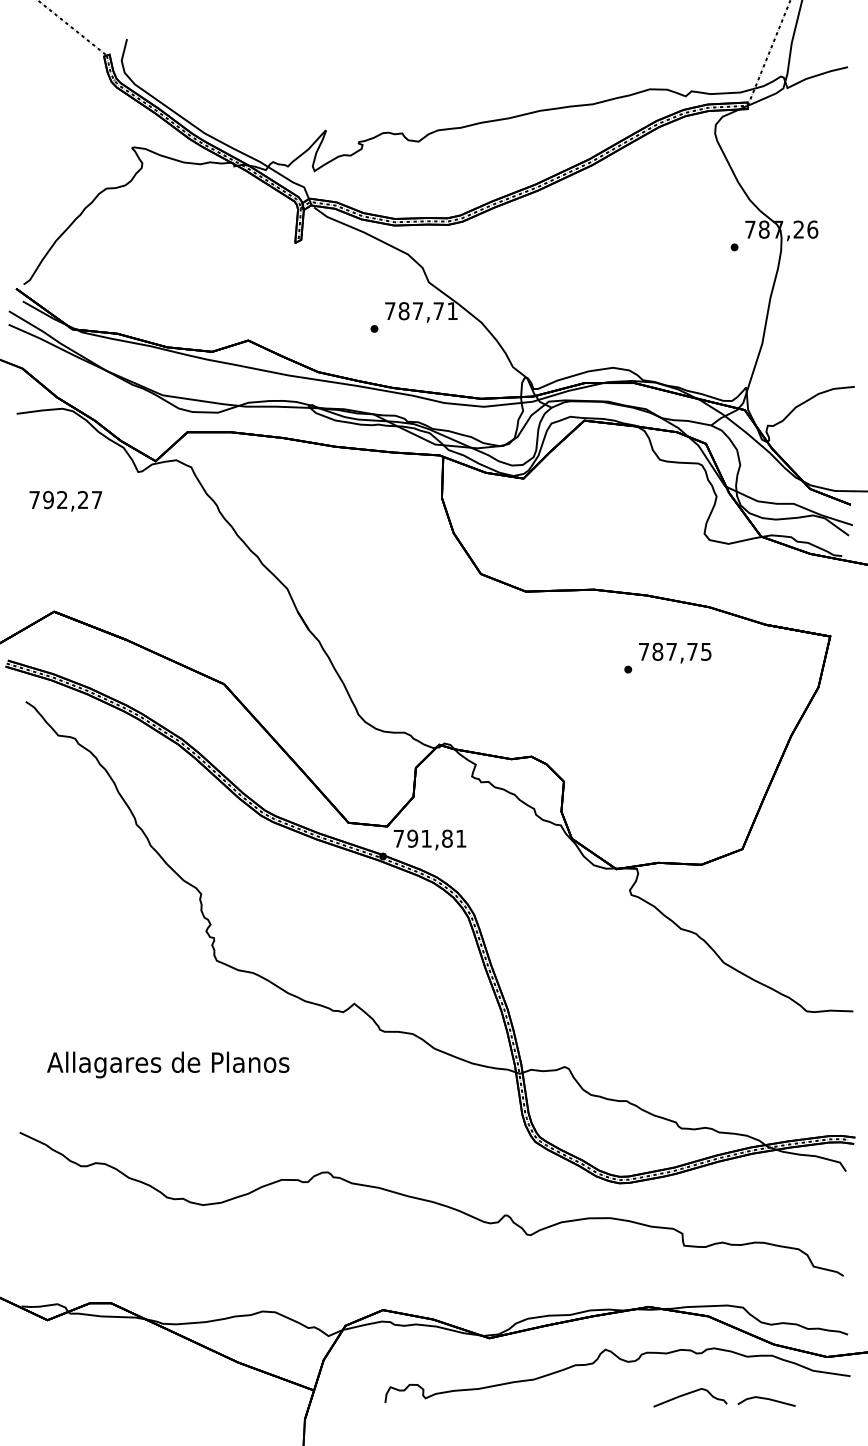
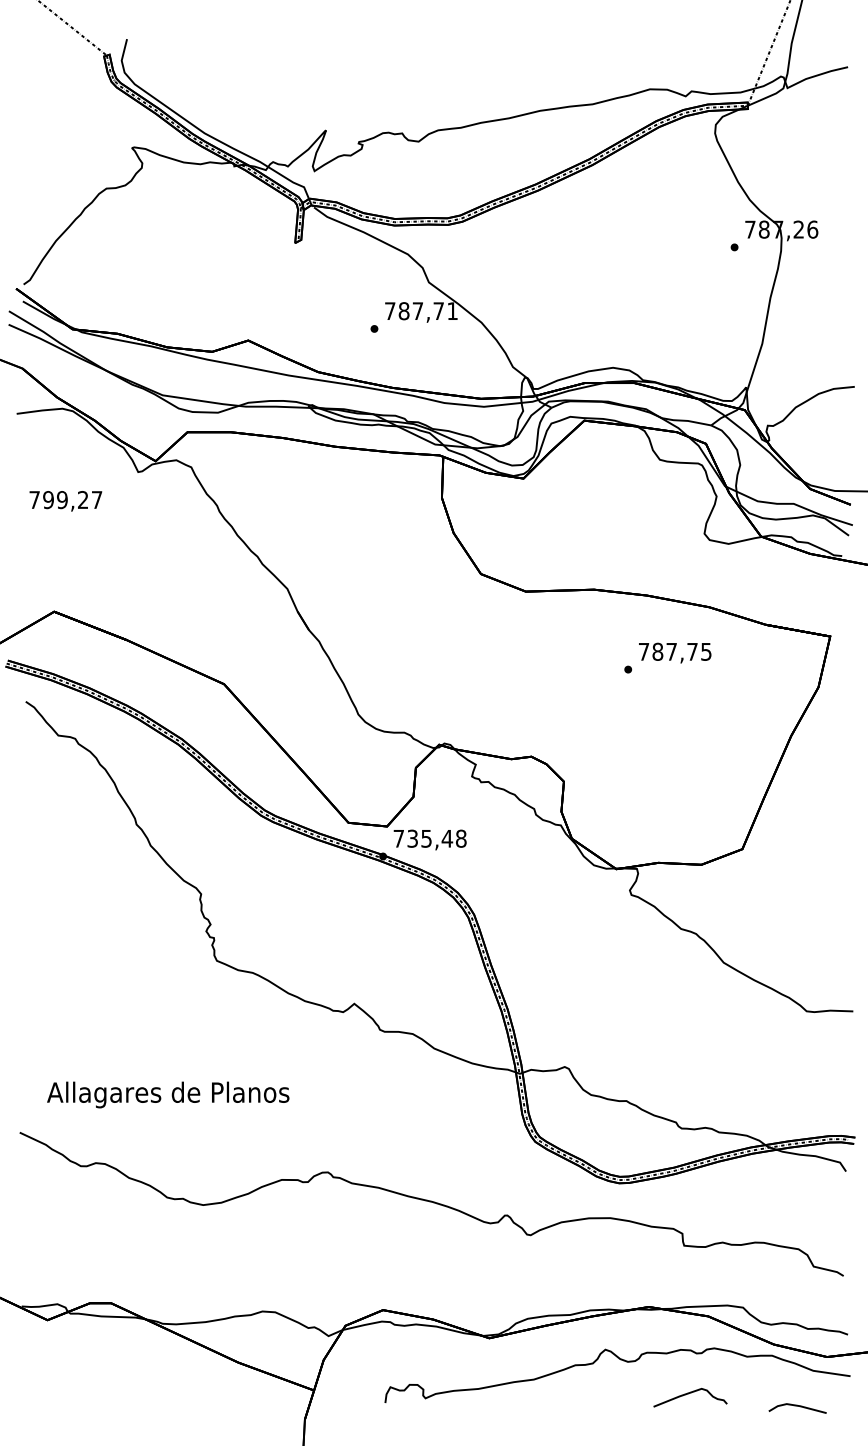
text at (62, 500): 792,27 -> 799,27
text at (436, 838): 791,81 -> 735,48
text at (168, 1064) position: (168, 1064) -> (168, 1094)
line at (766, 1399) position: (766, 1399) -> (797, 1406)
